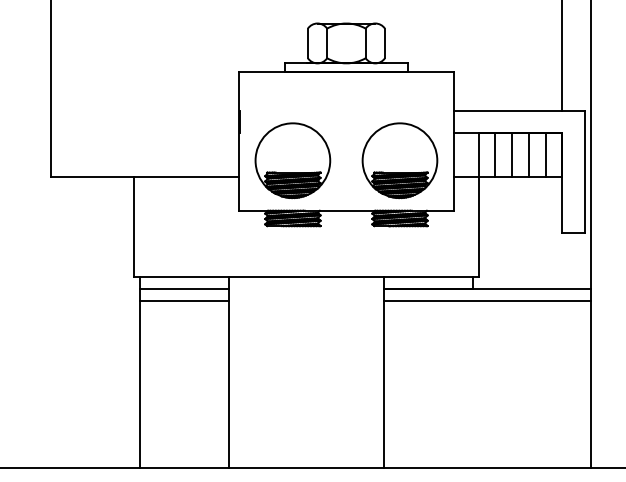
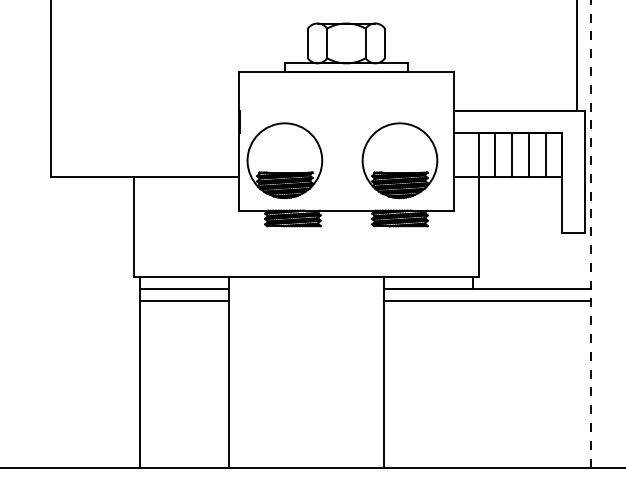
line at (562, 56) position: (562, 56) -> (577, 56)
part at (292, 160) position: (292, 160) -> (284, 160)
line at (590, 233): solid -> dashed
